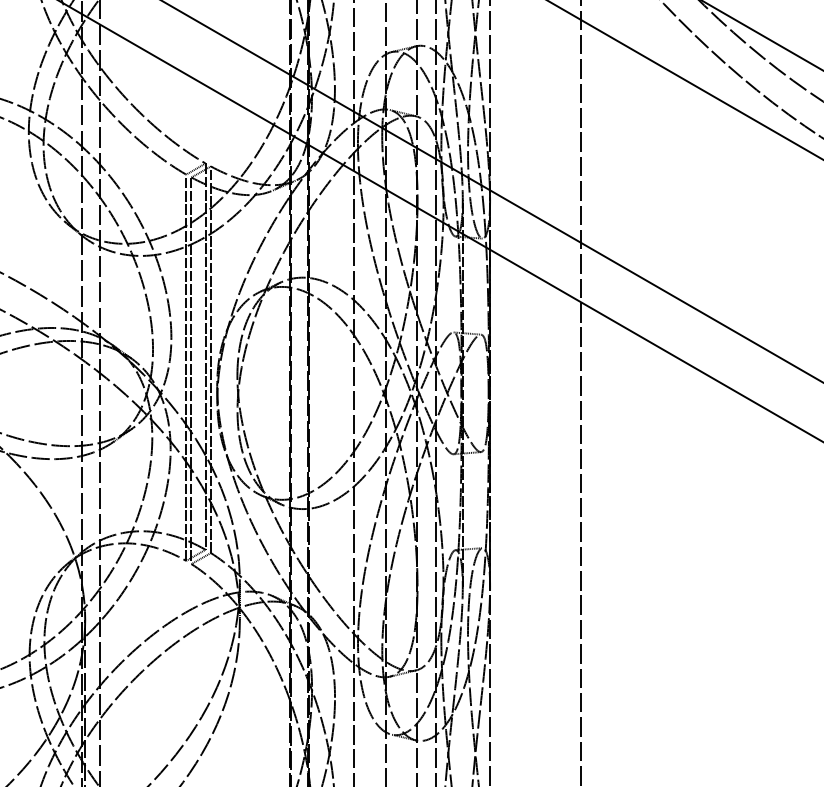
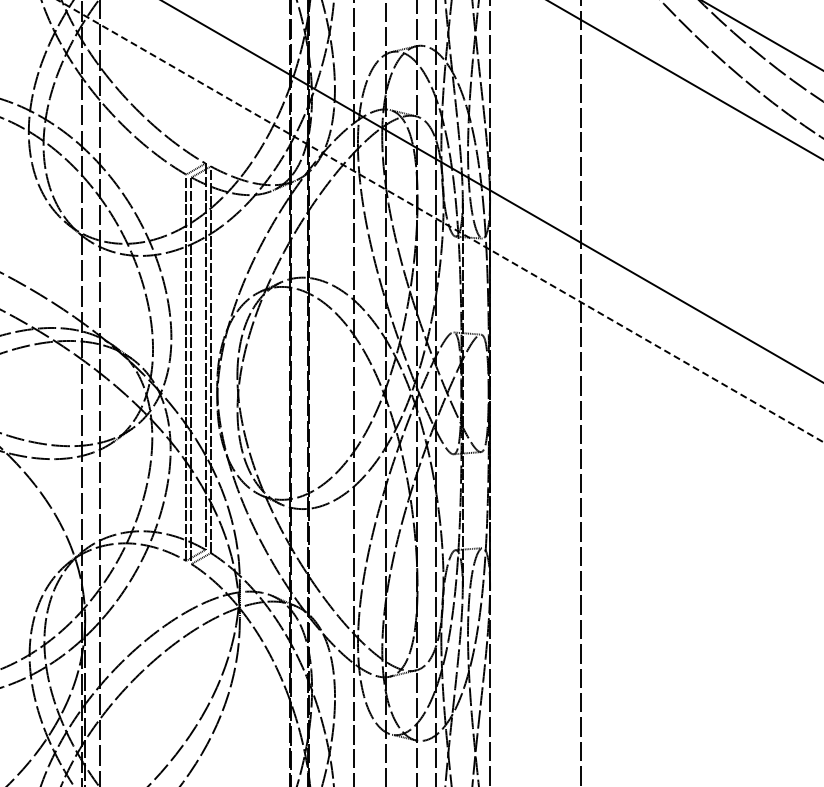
line at (440, 221): solid -> dashed
